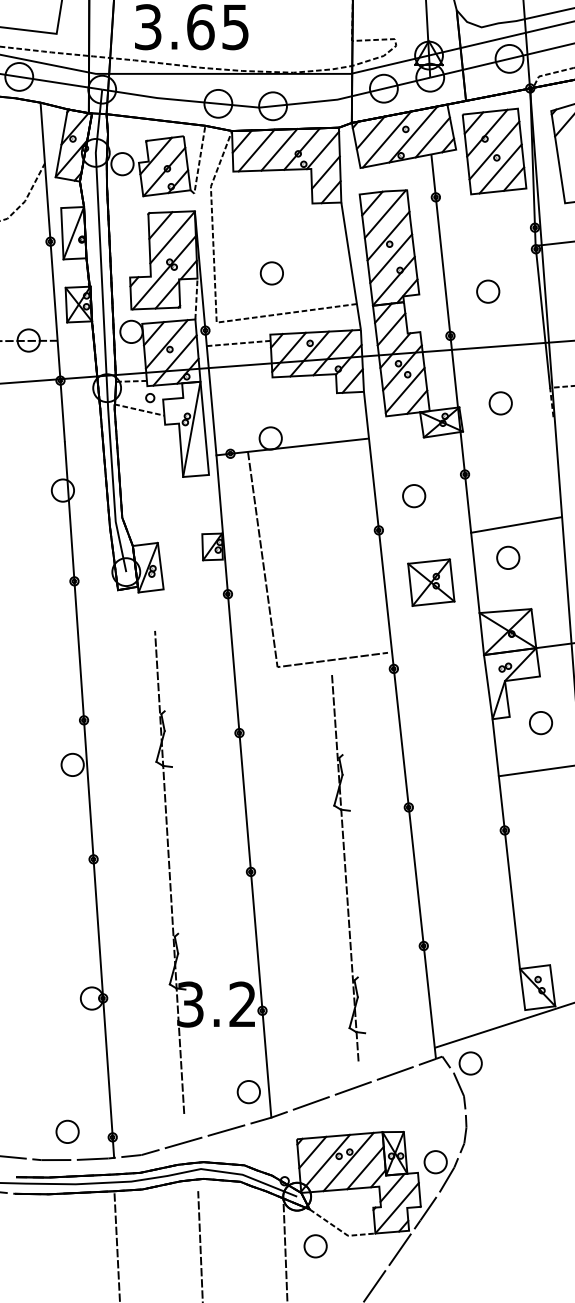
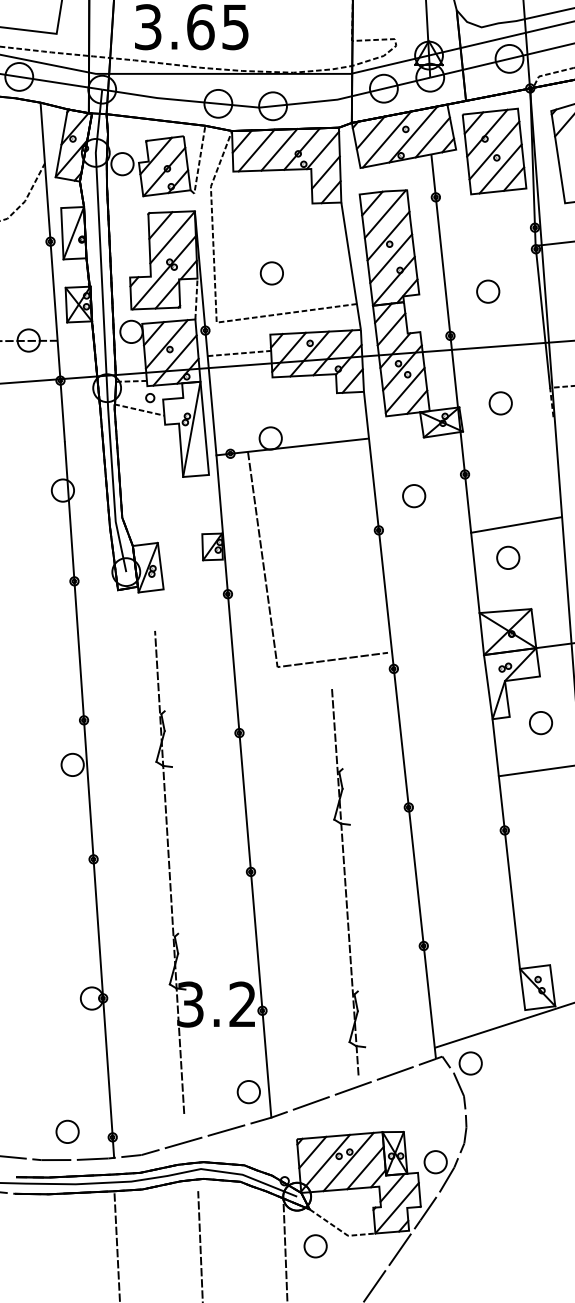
line at (238, 343) position: (238, 343) -> (239, 353)
part at (431, 582): present -> none
part at (348, 868) position: (348, 868) -> (348, 882)
